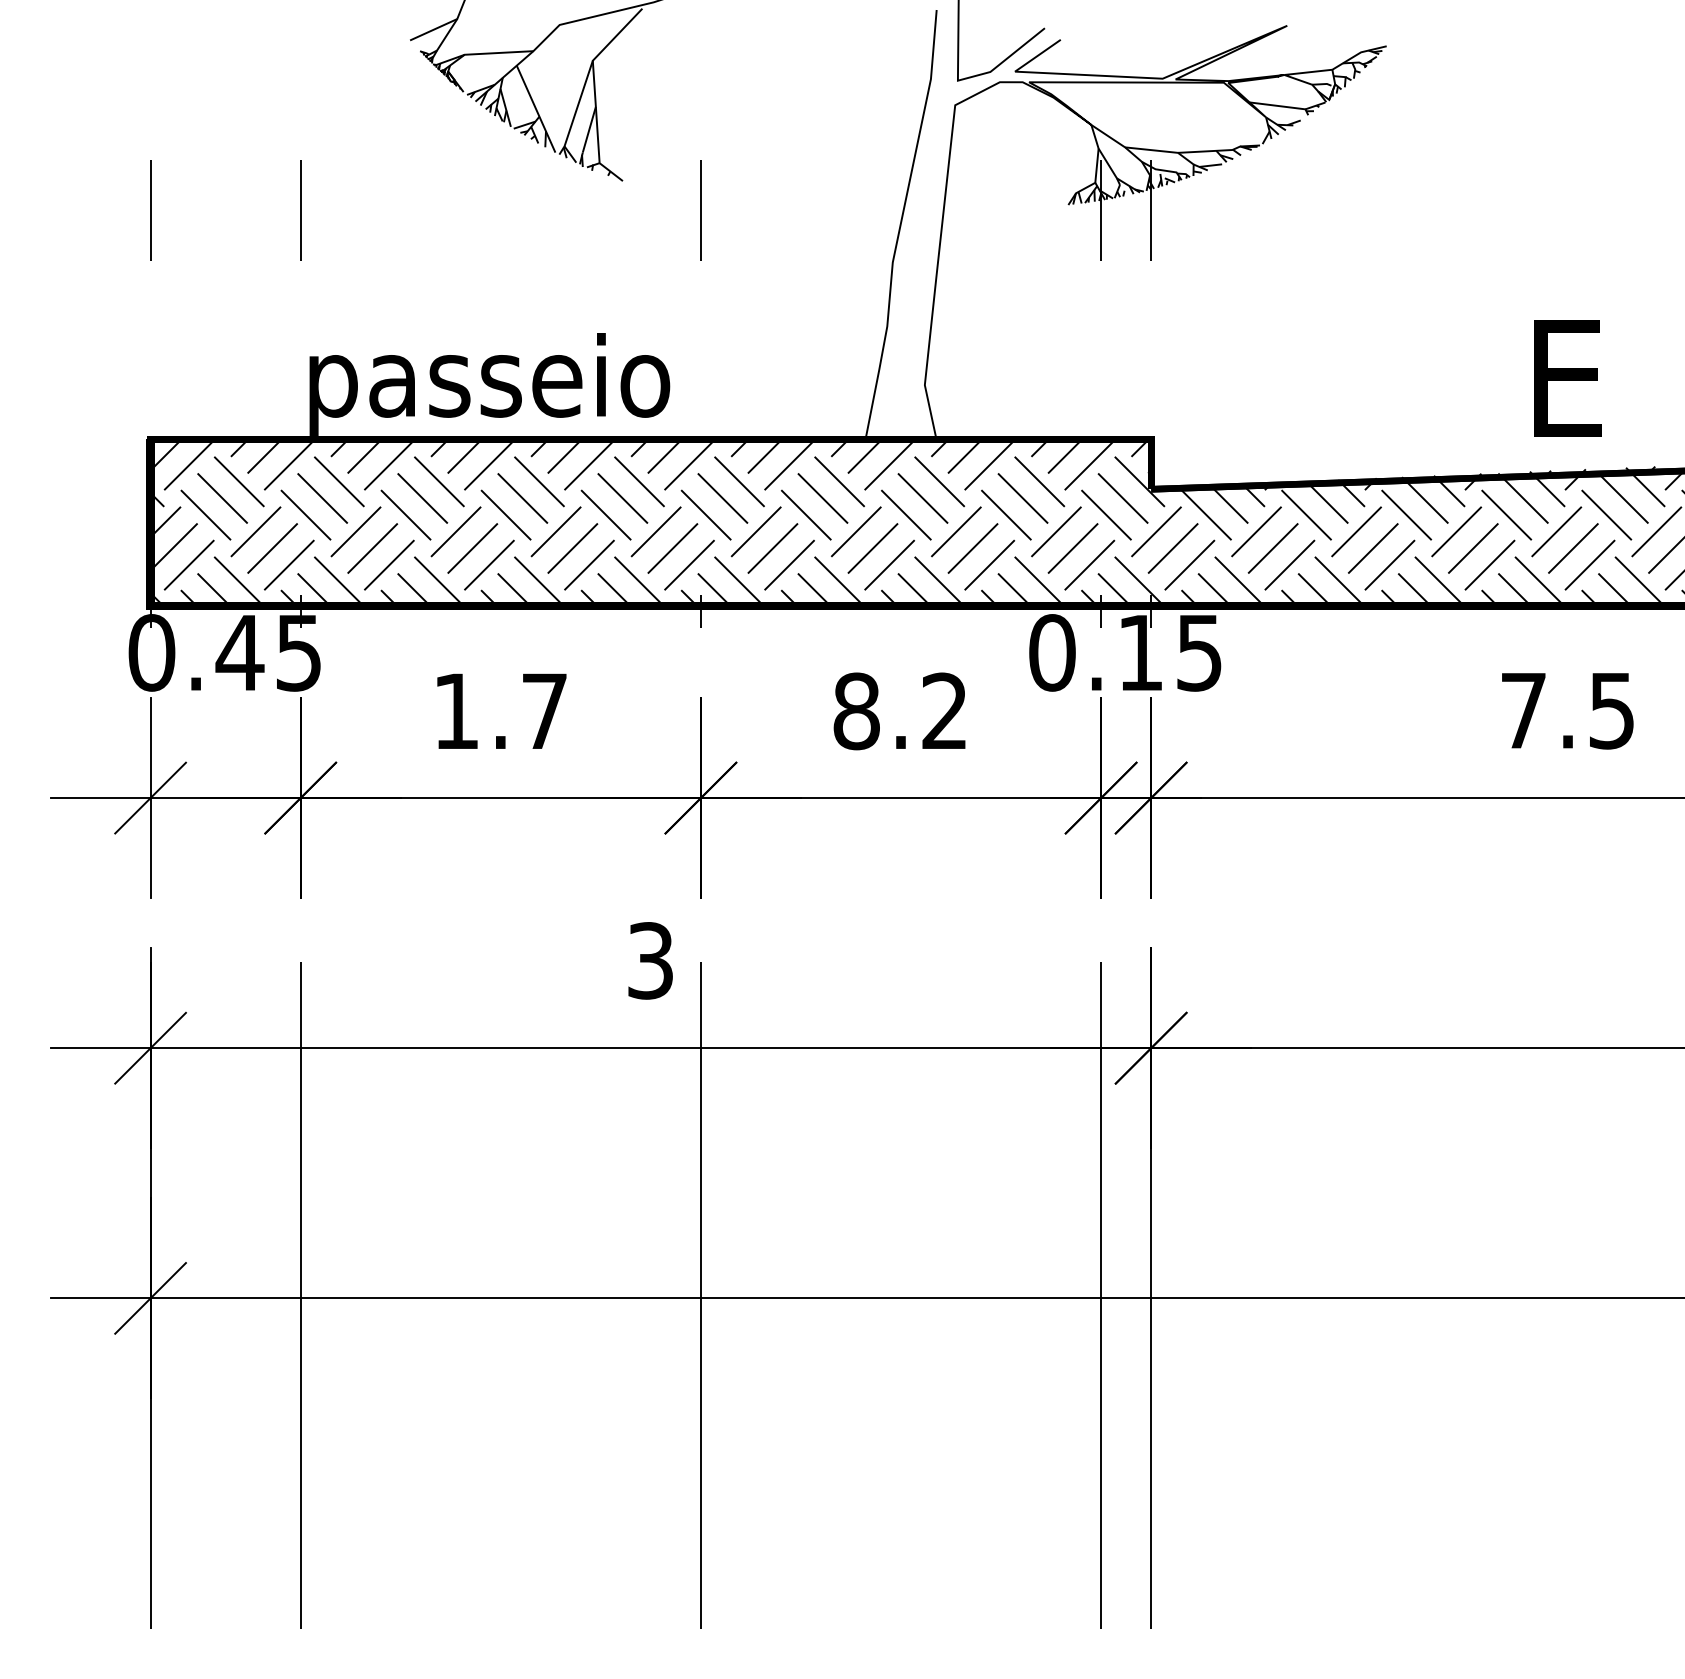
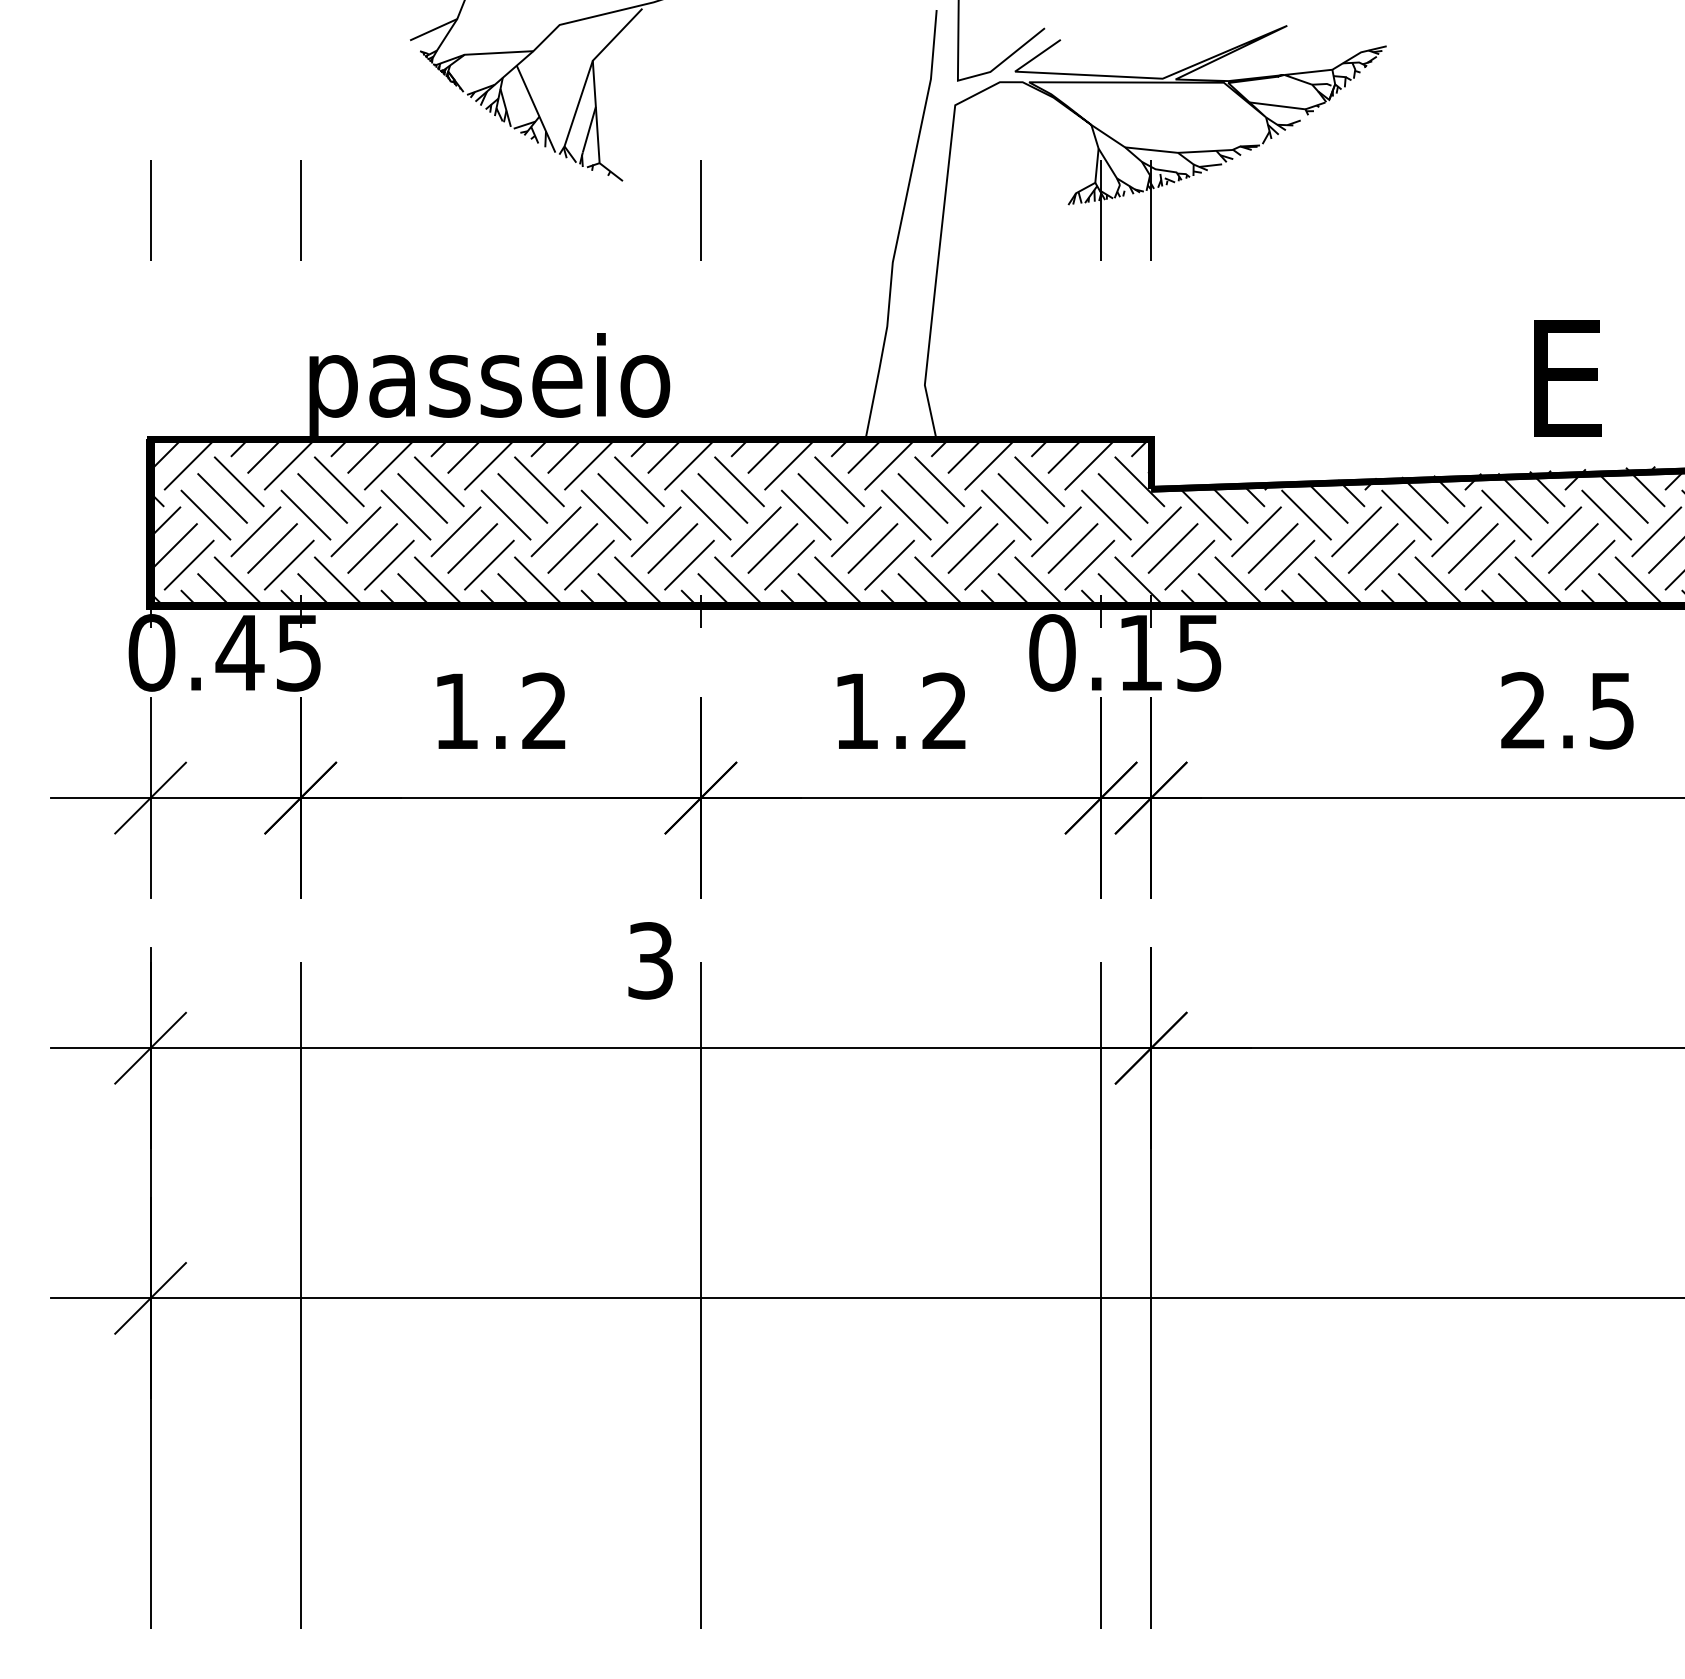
text at (1523, 709): 7.5 -> 2.5
text at (544, 710): 1.7 -> 1.2
text at (856, 711): 8.2 -> 1.2
